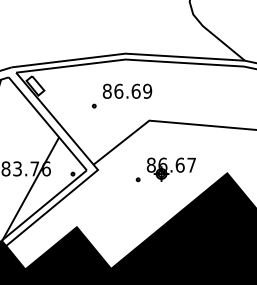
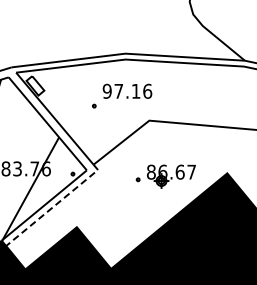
text at (127, 90): 86.69 -> 97.16
part at (171, 169) position: (171, 169) -> (171, 176)
line at (55, 205): solid -> dashed
